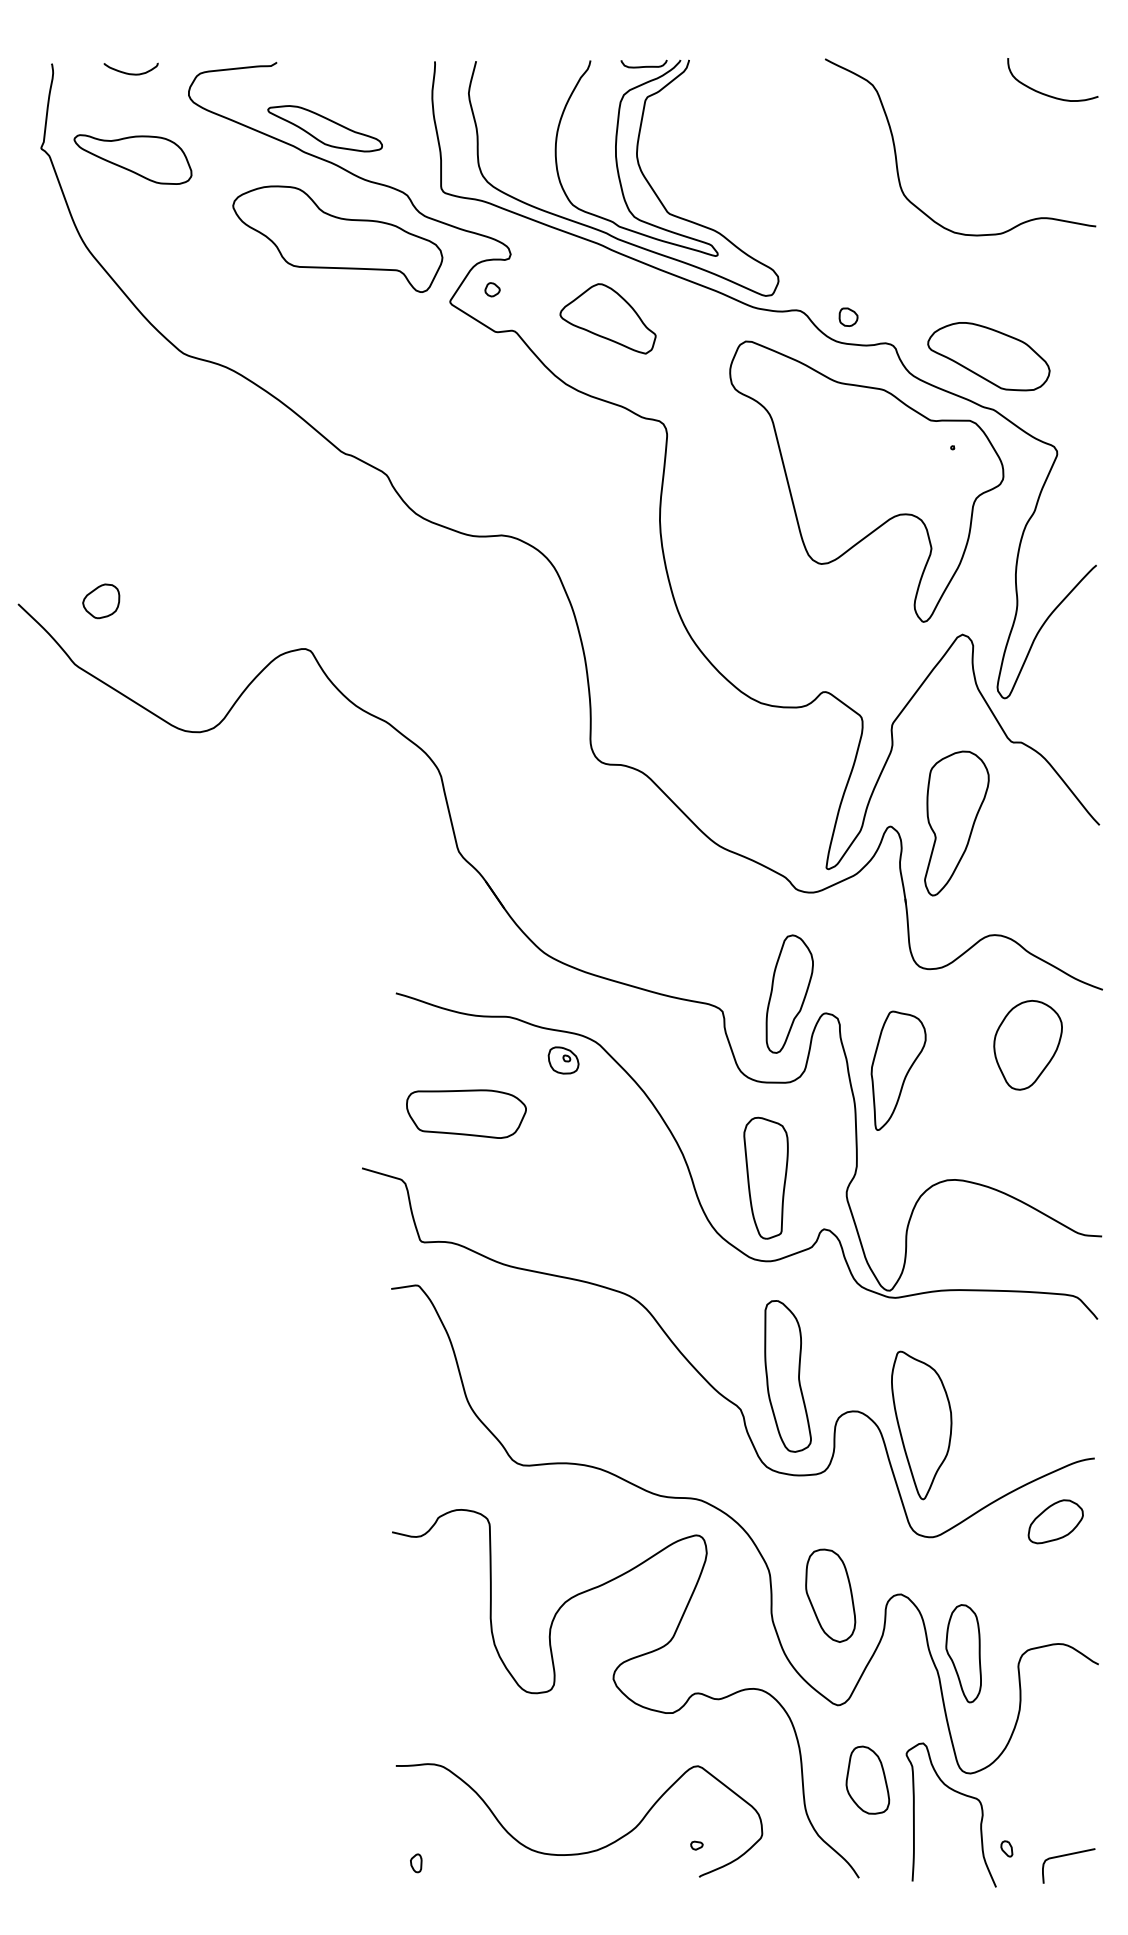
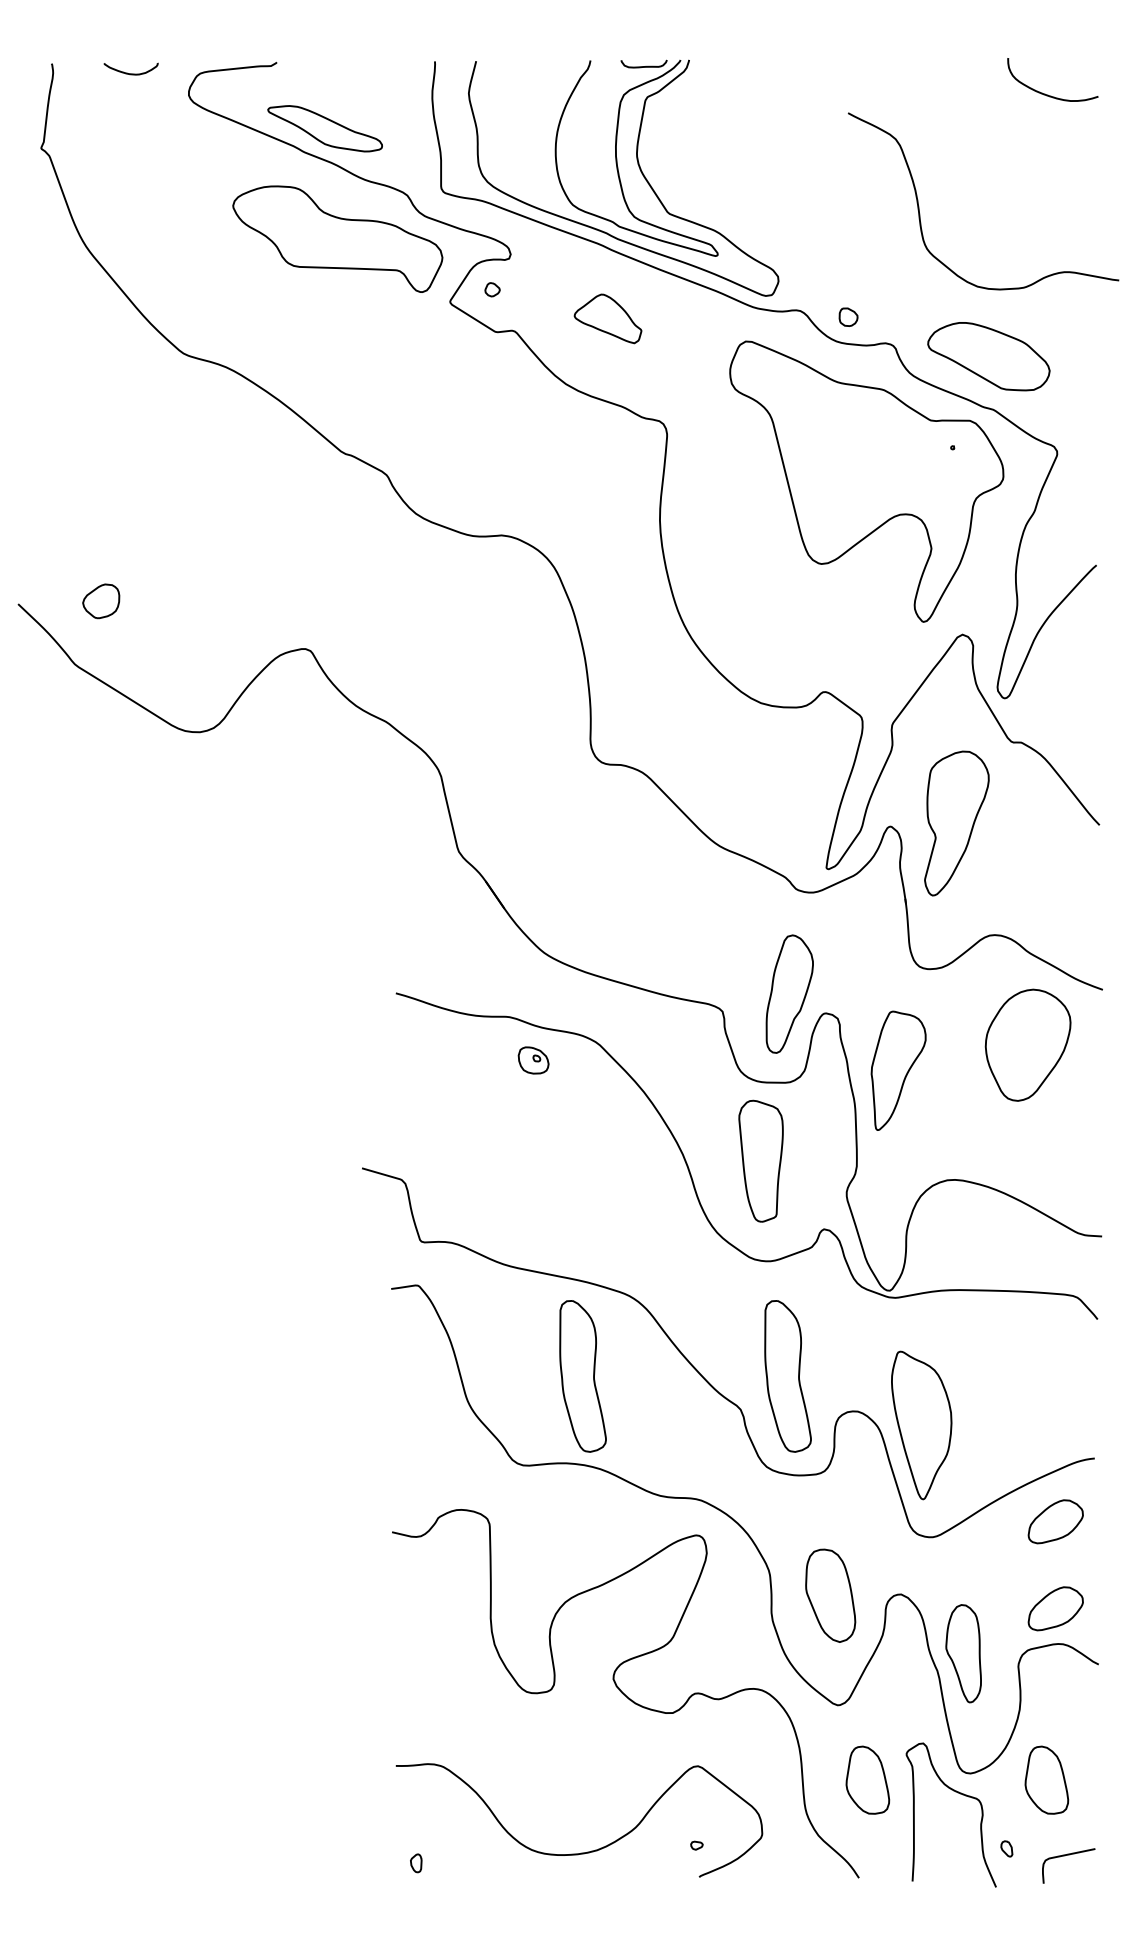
part at (132, 159): present -> none
curve at (897, 159) position: (897, 159) -> (920, 213)
part at (607, 318) size: 98x72 px -> 70x52 px
part at (1027, 1045) size: 70x91 px -> 88x114 px
part at (563, 1060) position: (563, 1060) -> (533, 1060)
part at (466, 1113): present -> none
part at (765, 1177) position: (765, 1177) -> (760, 1160)
part at (582, 1376): none -> present
part at (1055, 1608): none -> present
part at (1046, 1779): none -> present
